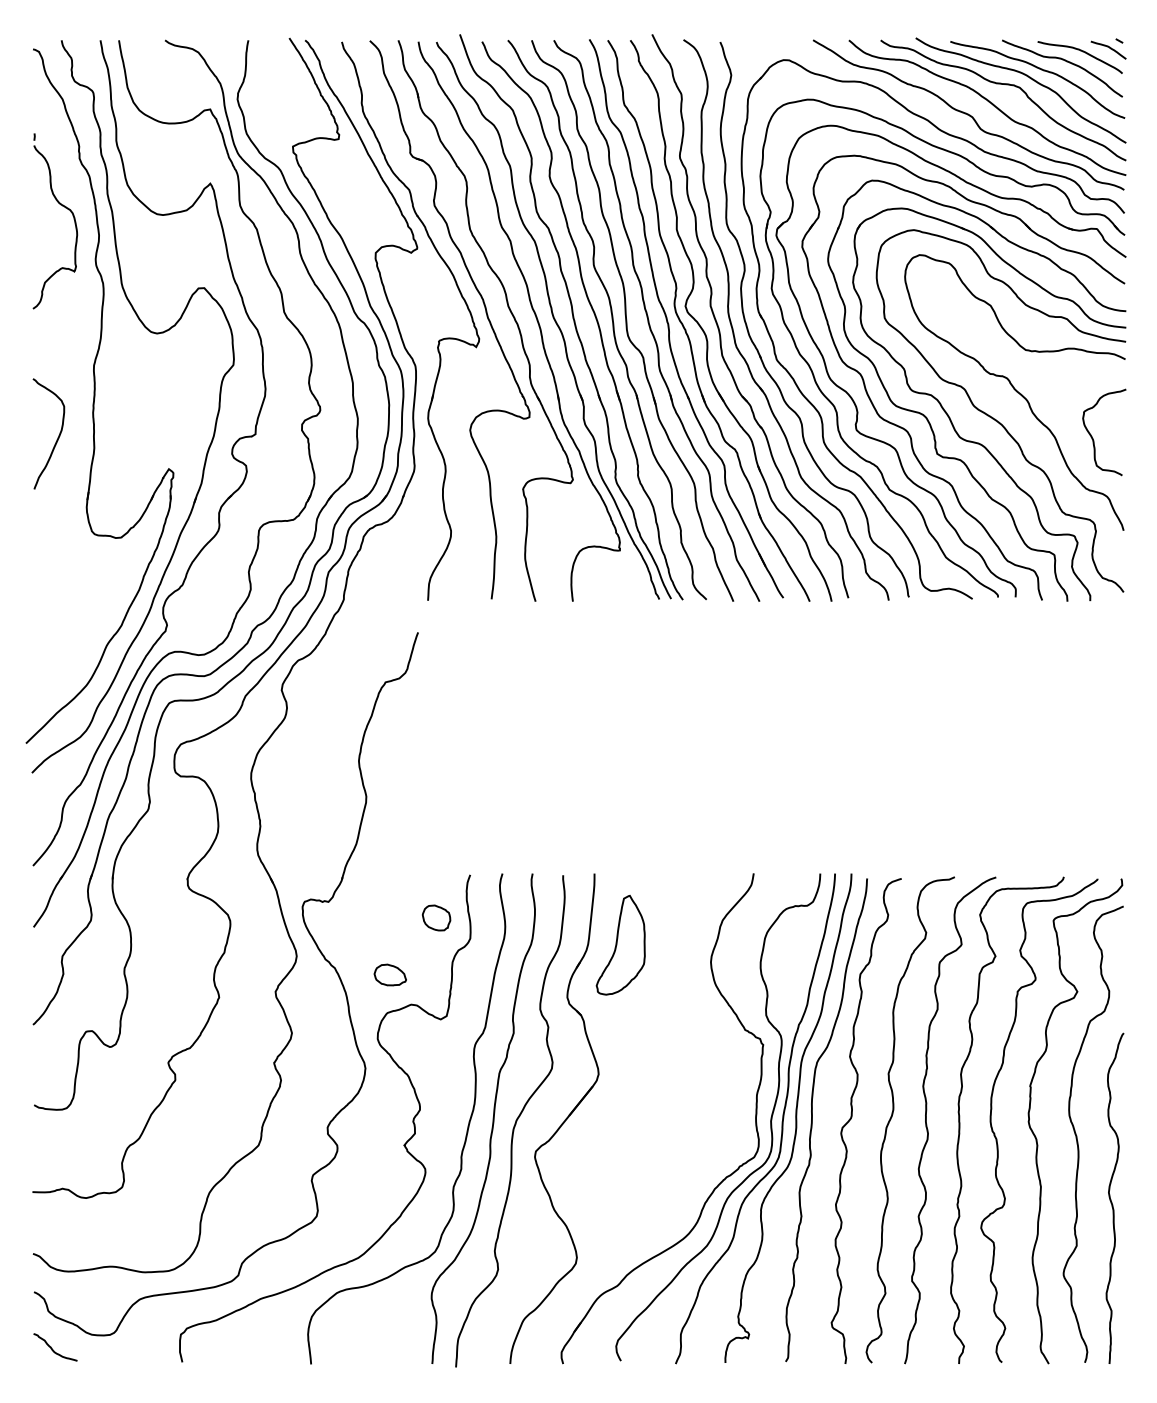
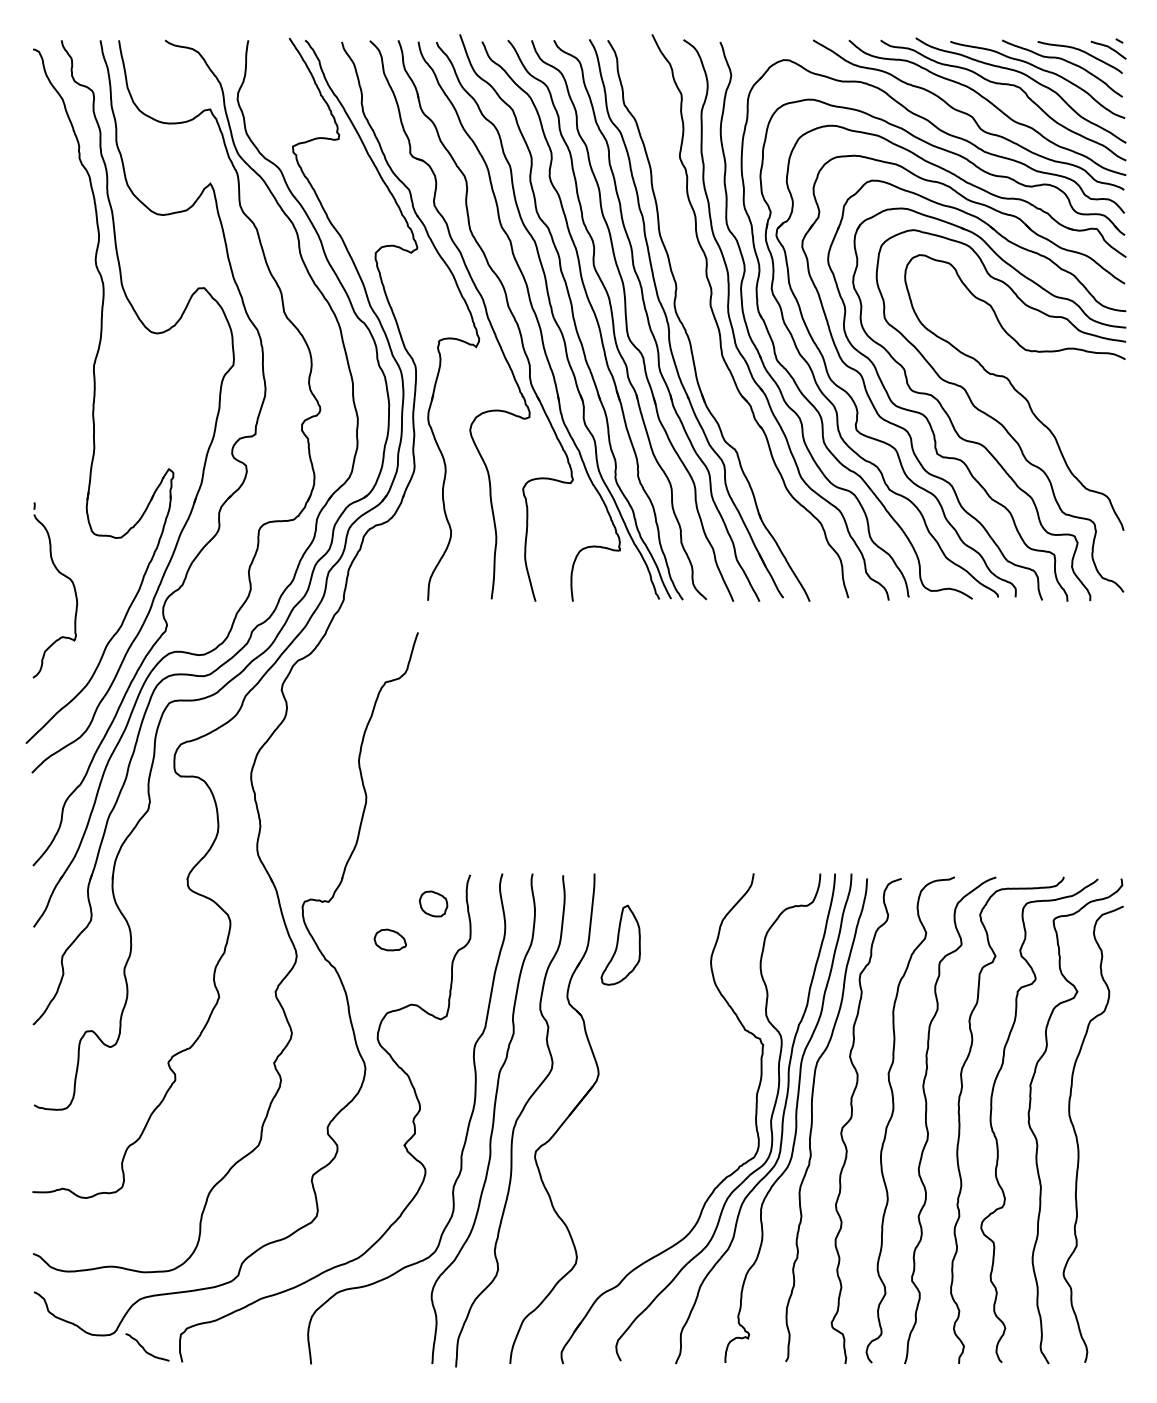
part at (65, 208) position: (65, 208) -> (65, 577)
part at (705, 332): present -> none
curve at (57, 437): present -> none
curve at (1093, 438): present -> none
part at (436, 917) position: (436, 917) -> (433, 903)
part at (620, 945) size: 51x101 px -> 41x82 px
part at (389, 974) position: (389, 974) -> (389, 939)
curve at (1111, 1199): present -> none
curve at (53, 1349) position: (53, 1349) -> (145, 1349)
